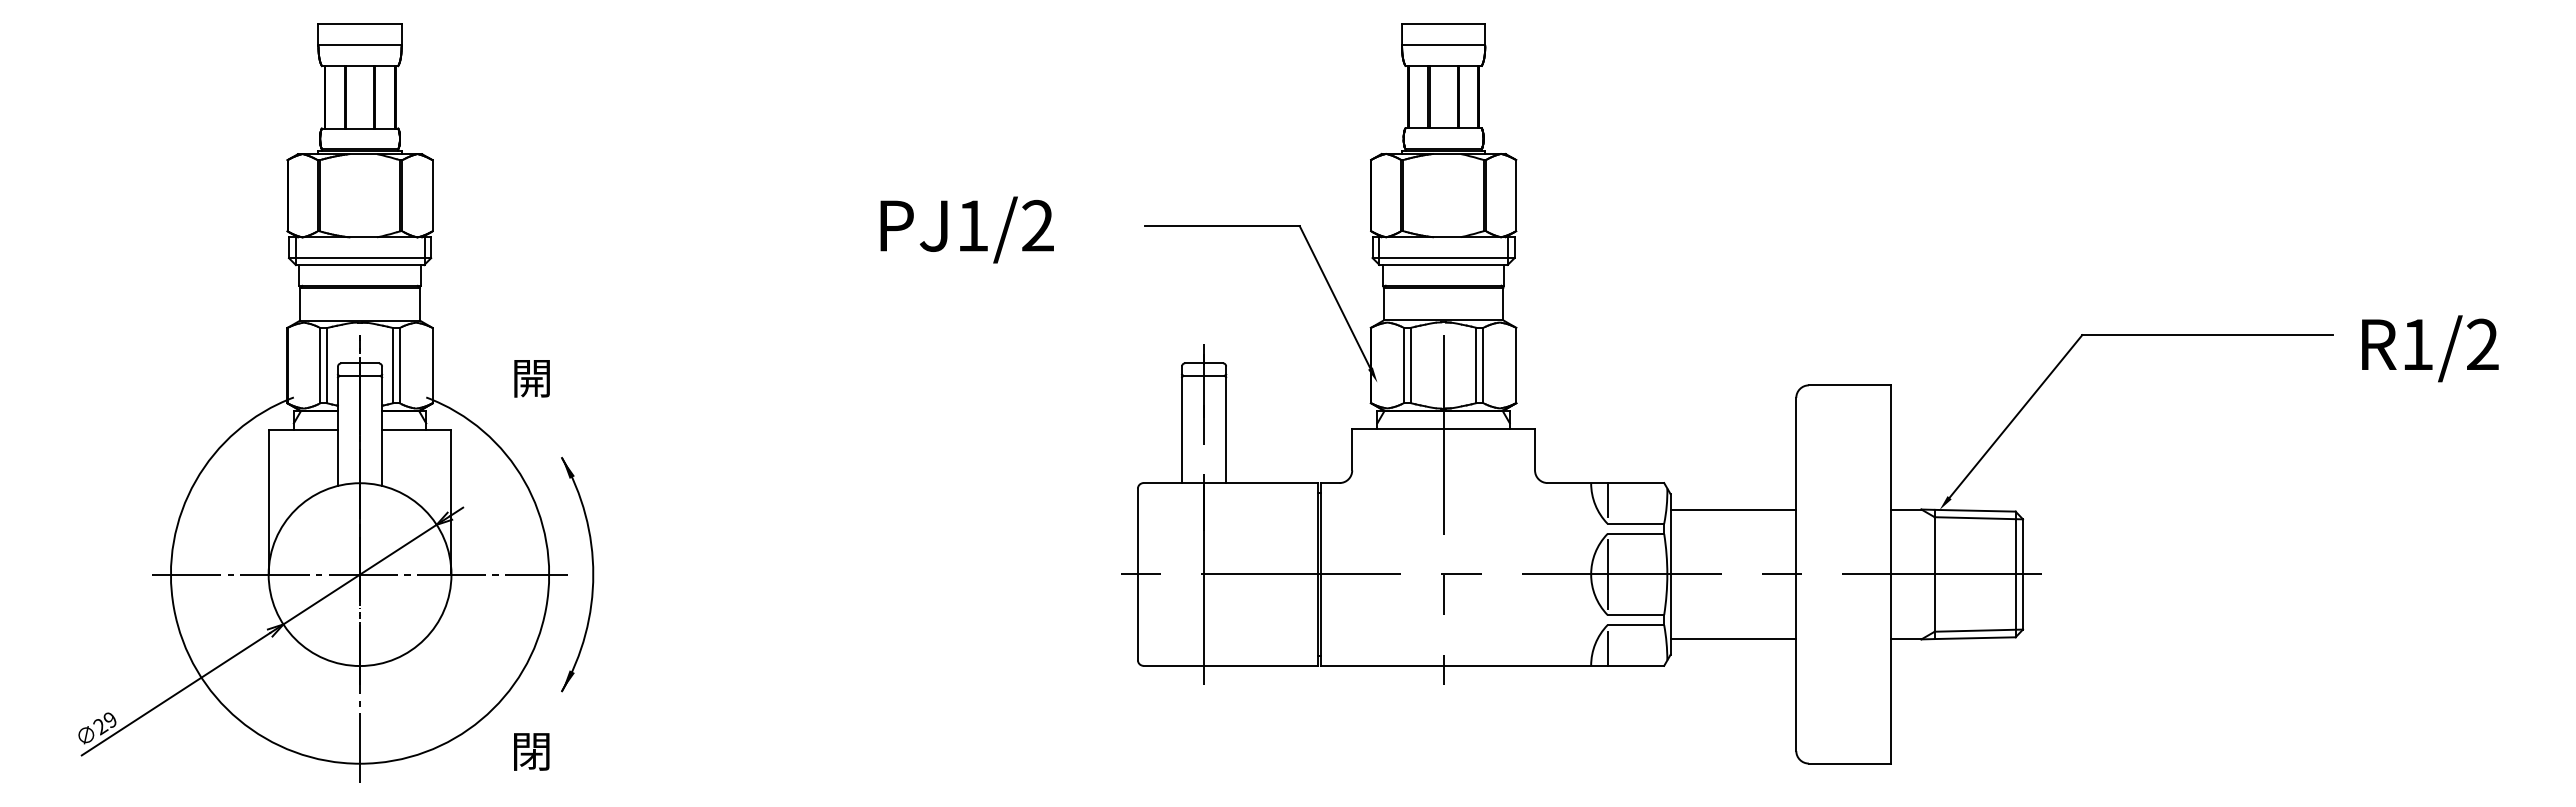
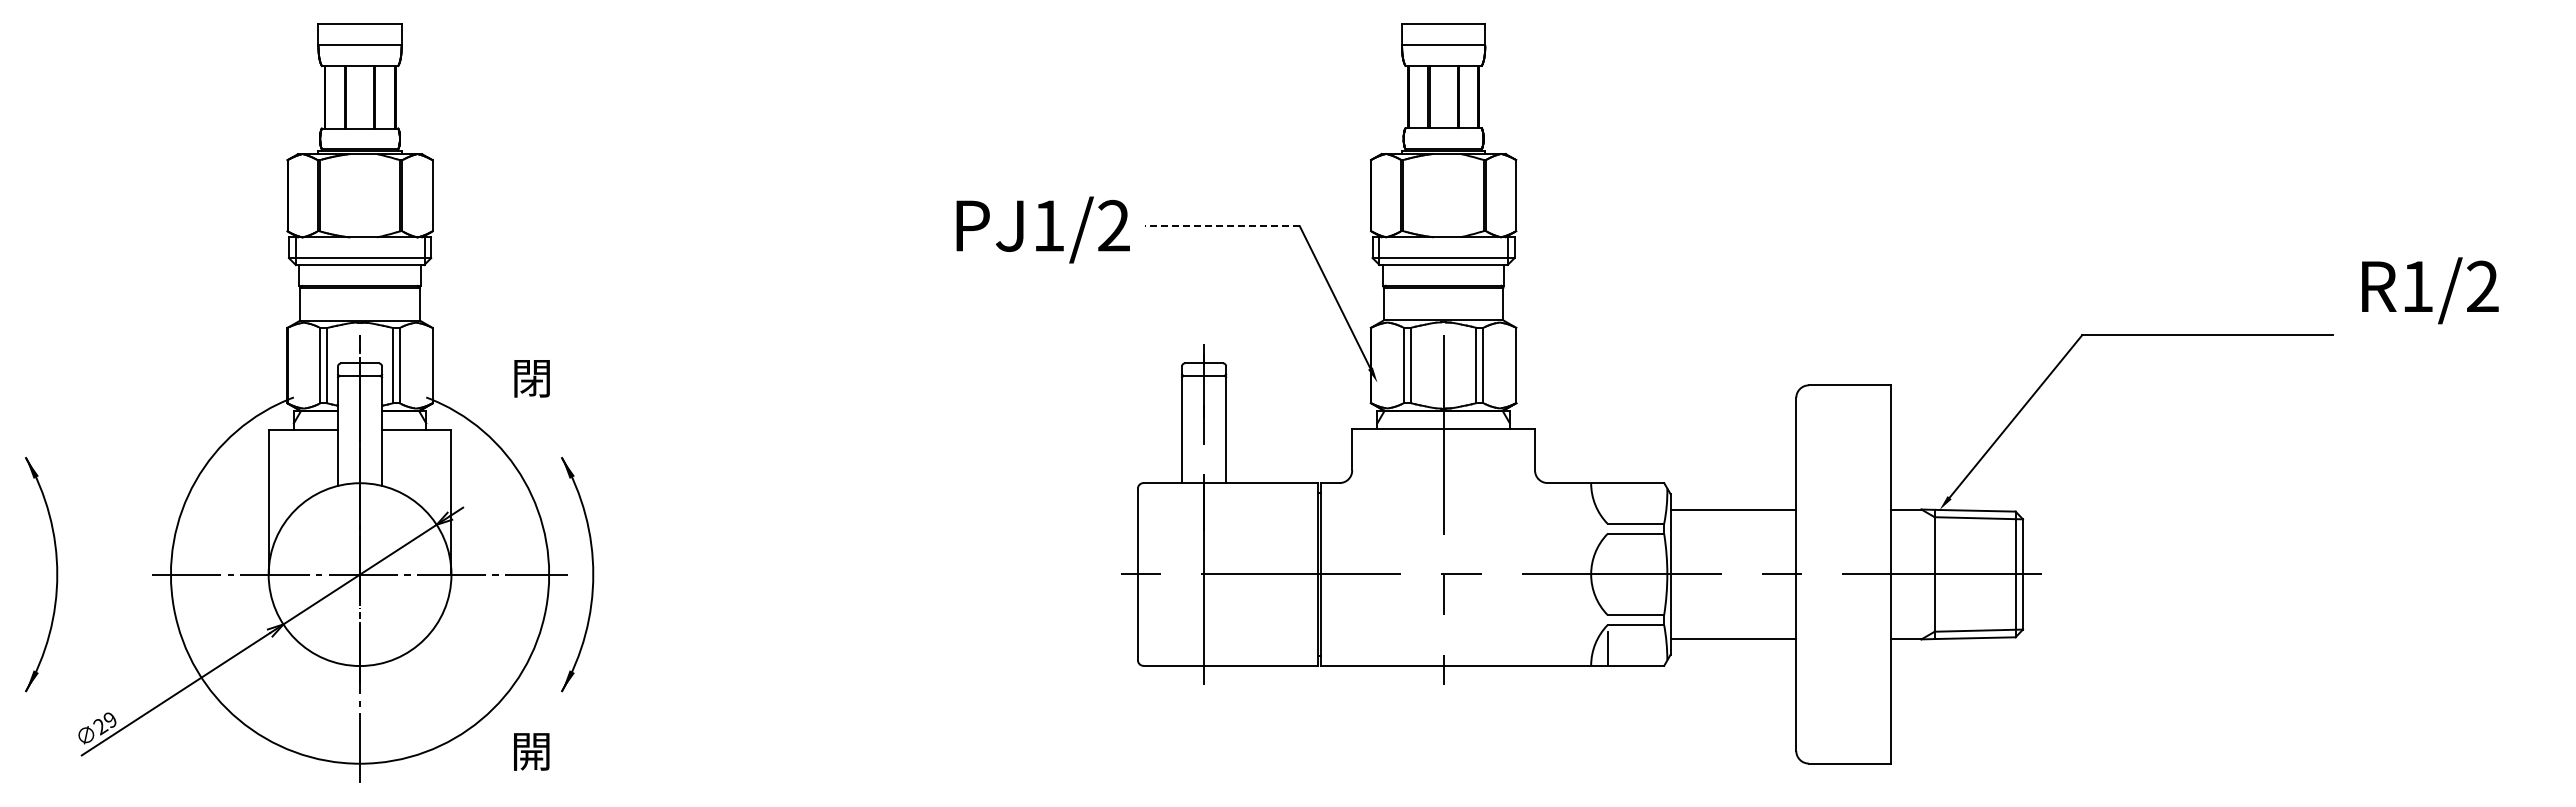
line at (1221, 226): solid -> dashed
text at (966, 229) position: (966, 229) -> (1042, 229)
text at (2430, 348) position: (2430, 348) -> (2430, 290)
text at (531, 382): 開 -> 閉
line at (1607, 500): present -> none
part at (56, 574): none -> present
line at (1607, 574): present -> none
text at (531, 754): 閉 -> 開
